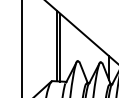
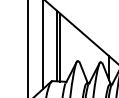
line at (43, 45): none -> present
line at (21, 48) position: (21, 48) -> (27, 48)
